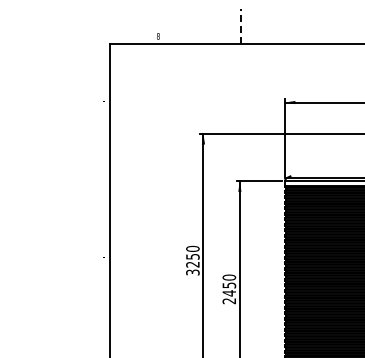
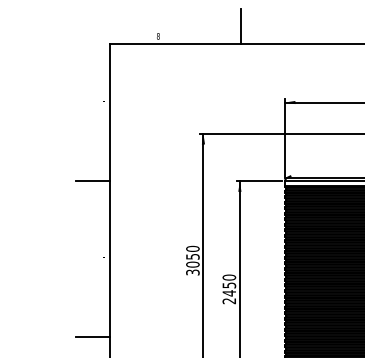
line at (241, 25): dashed -> solid
line at (92, 181): none -> present
text at (192, 264): 3250 -> 3050
line at (92, 337): none -> present
